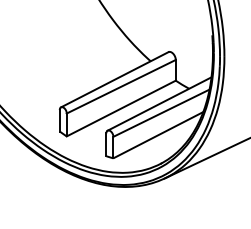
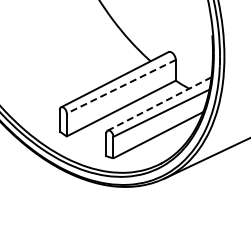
line at (121, 86): solid -> dashed
line at (159, 104): solid -> dashed
